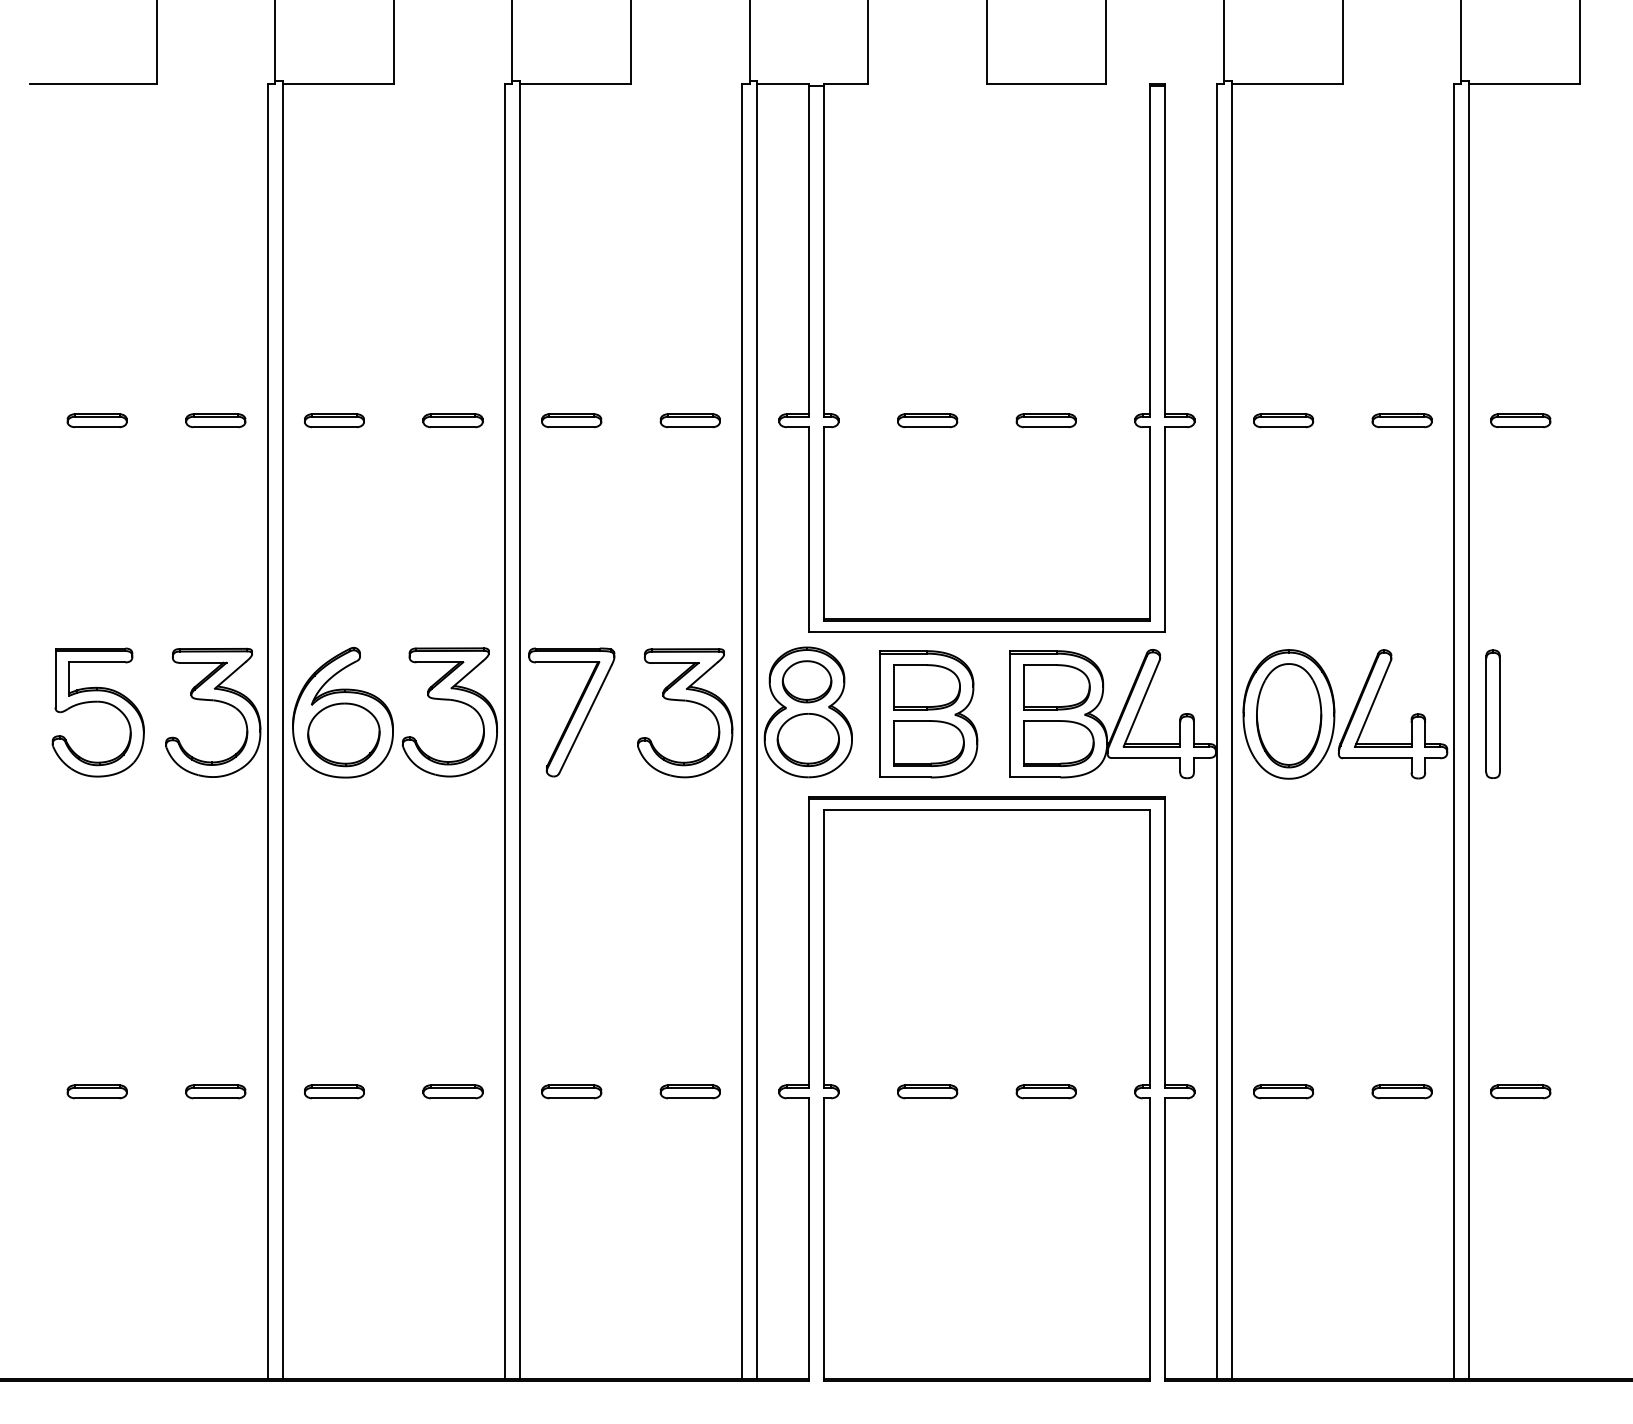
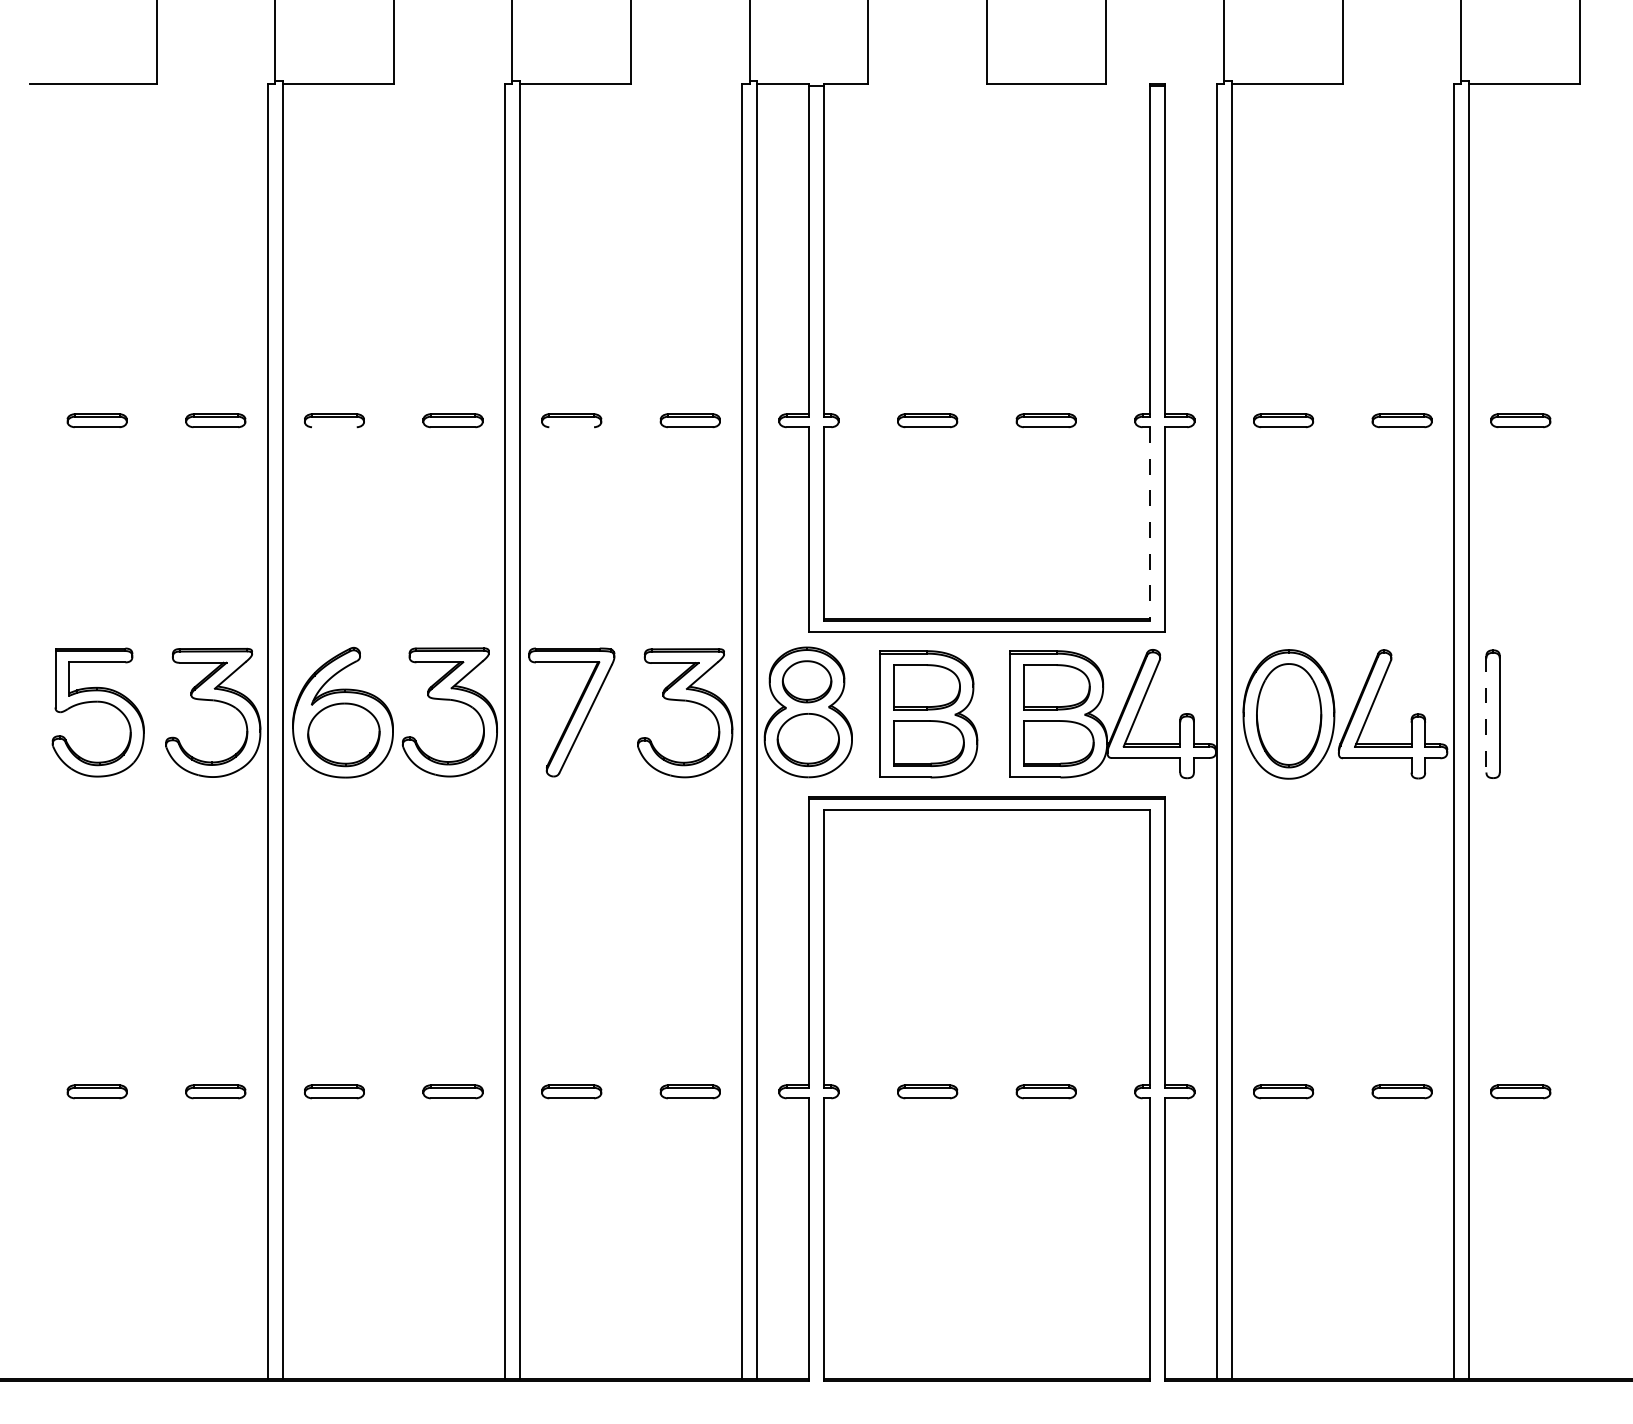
line at (334, 427): present -> none
line at (571, 427): present -> none
line at (1150, 524): solid -> dashed
line at (1486, 714): solid -> dashed
